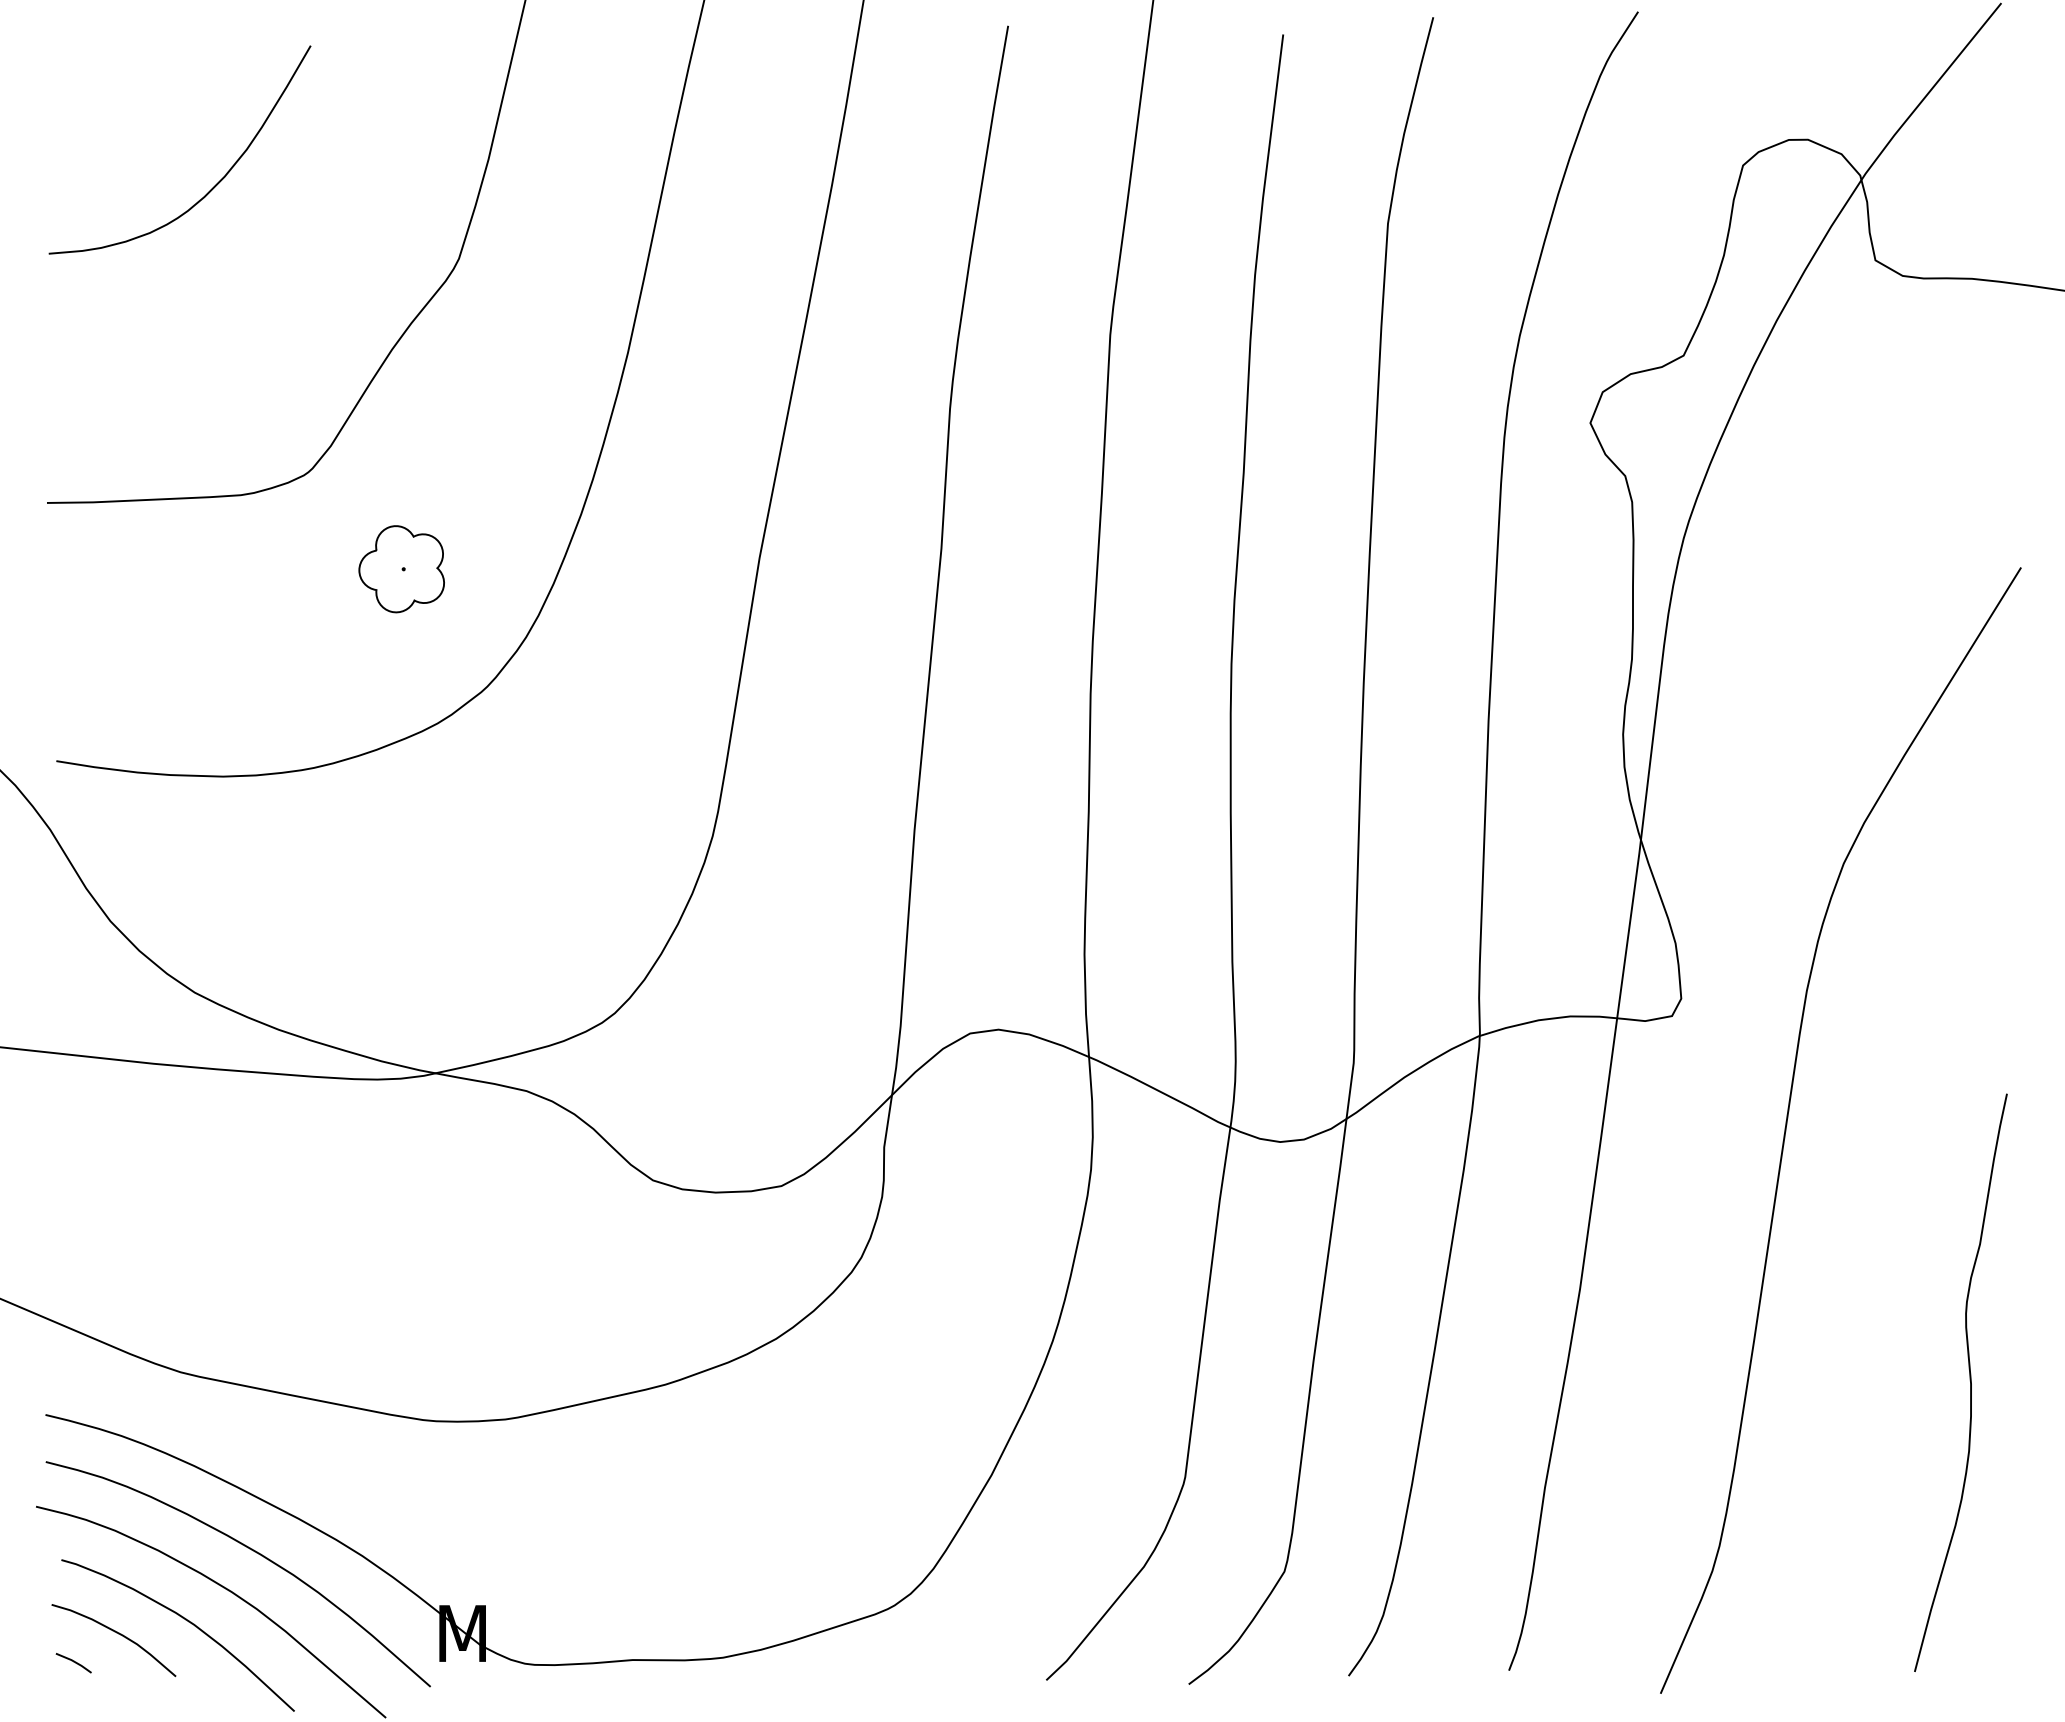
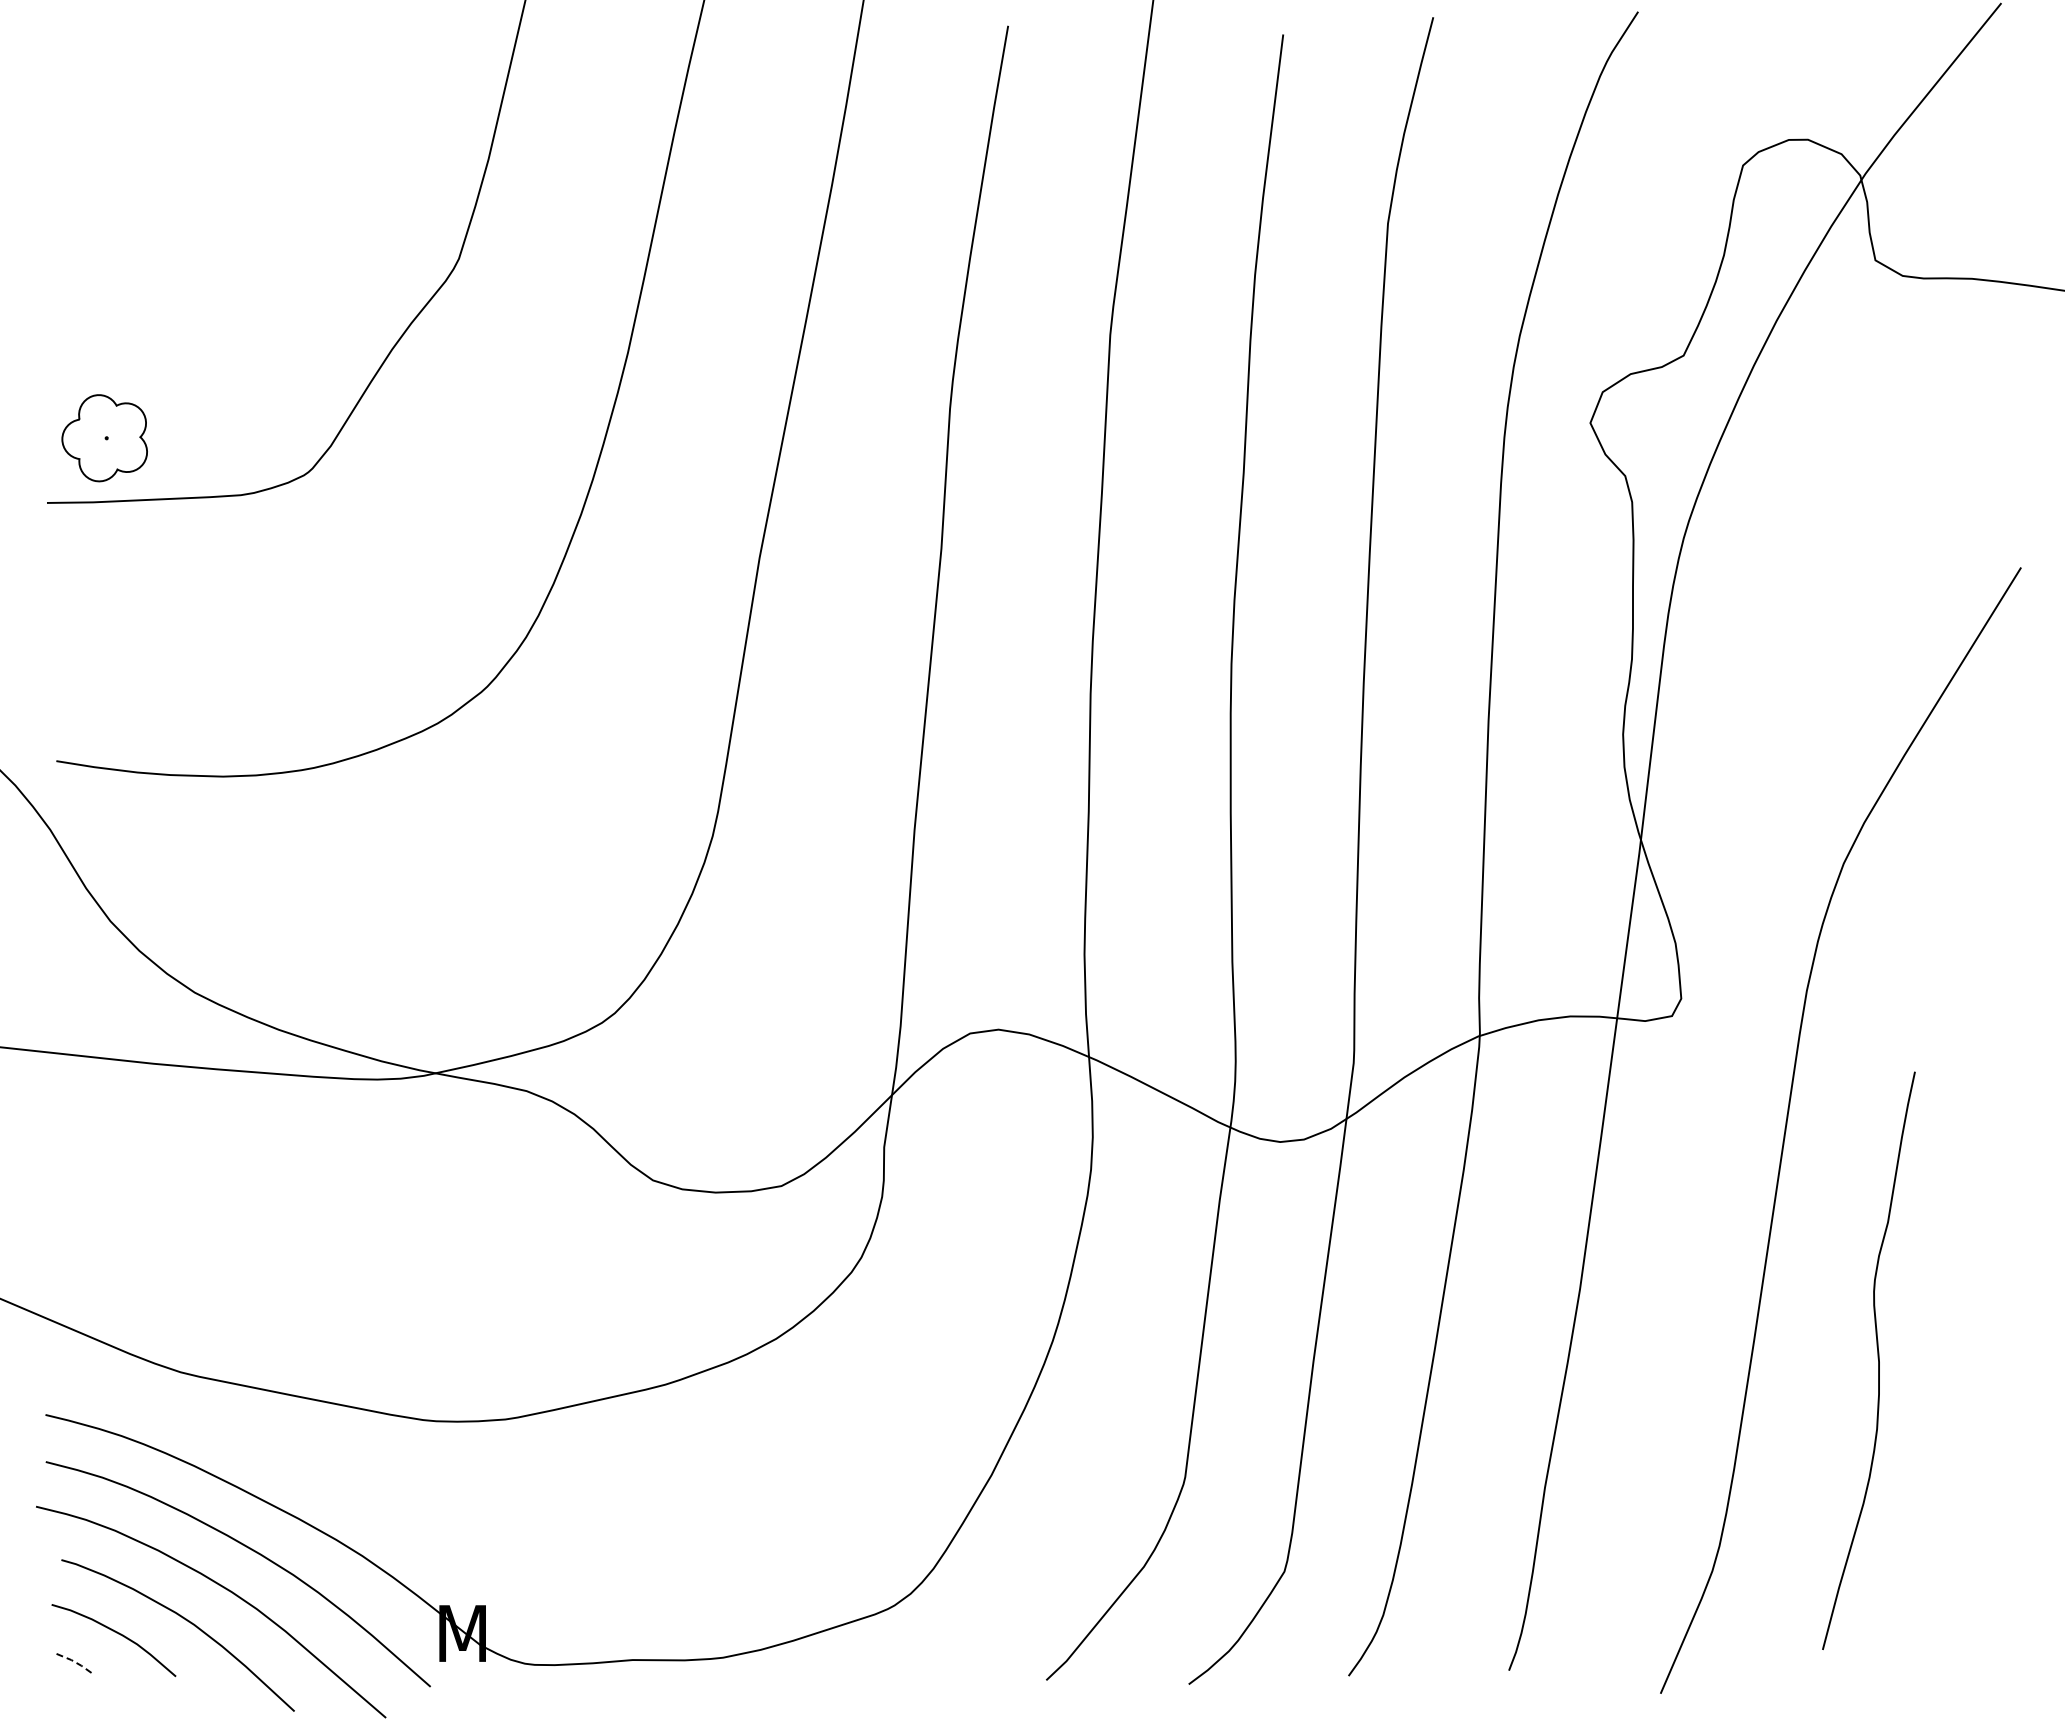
curve at (215, 184): present -> none
part at (401, 569) position: (401, 569) -> (104, 438)
curve at (1969, 1380) position: (1969, 1380) -> (1877, 1358)
line at (74, 1662): solid -> dashed
